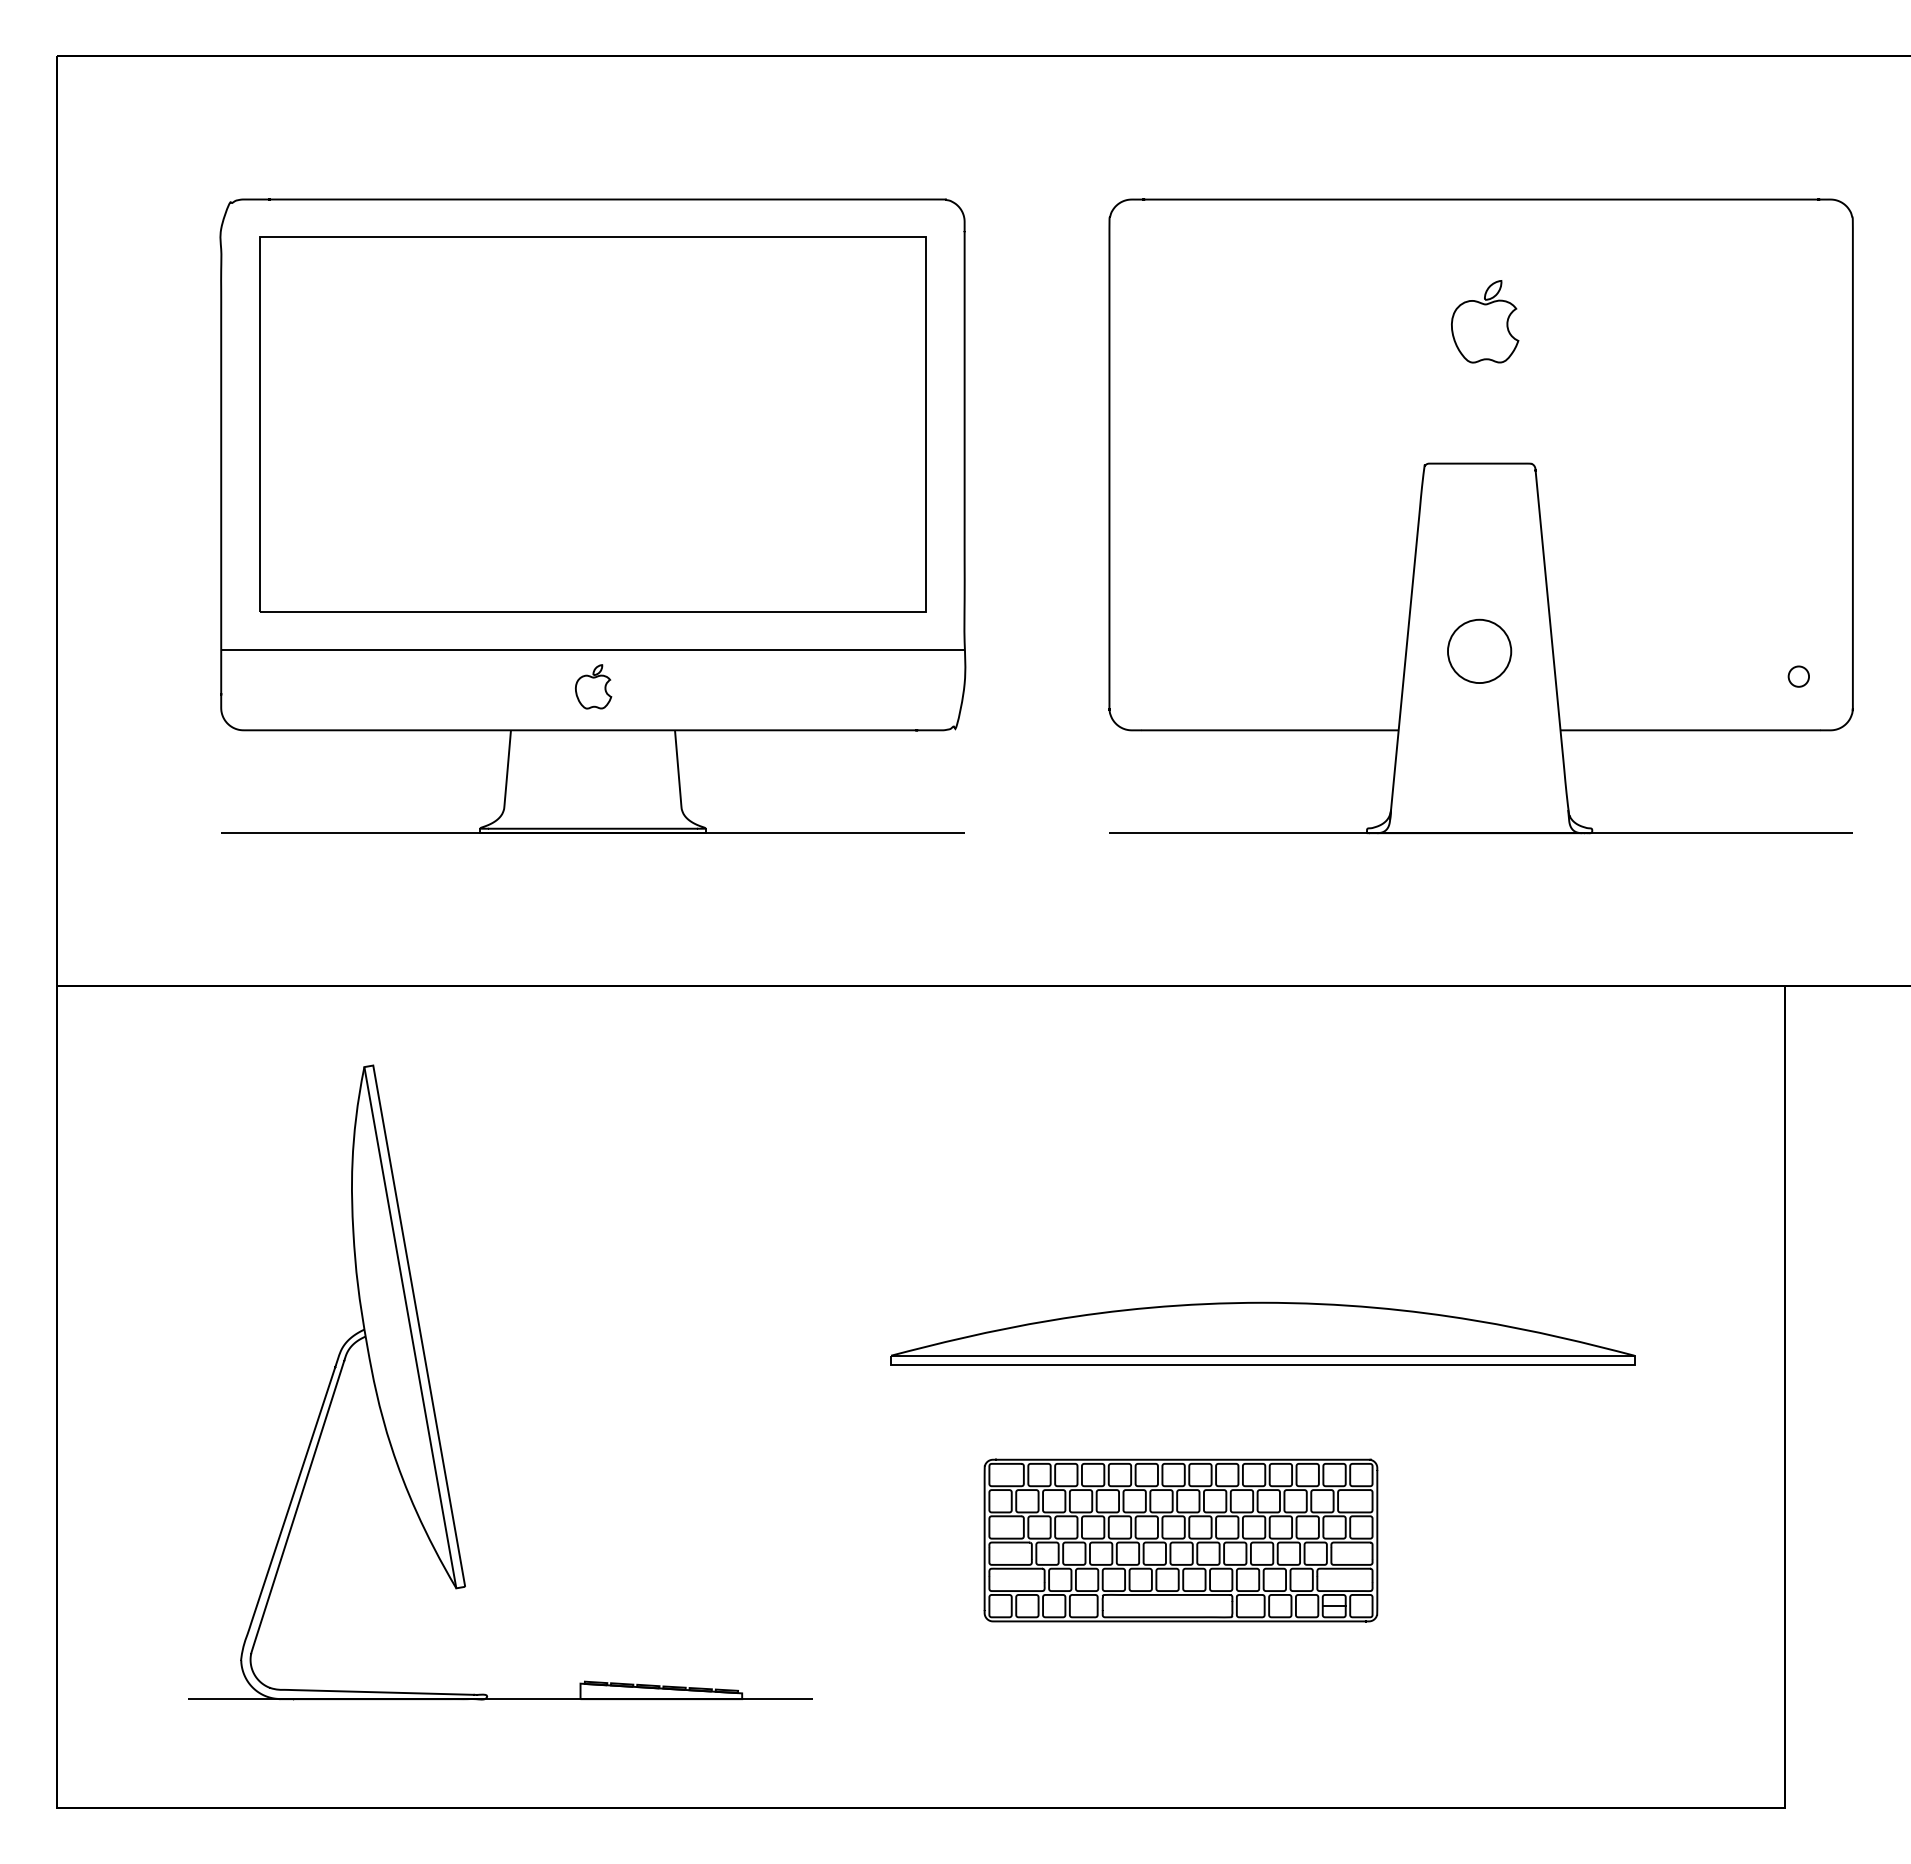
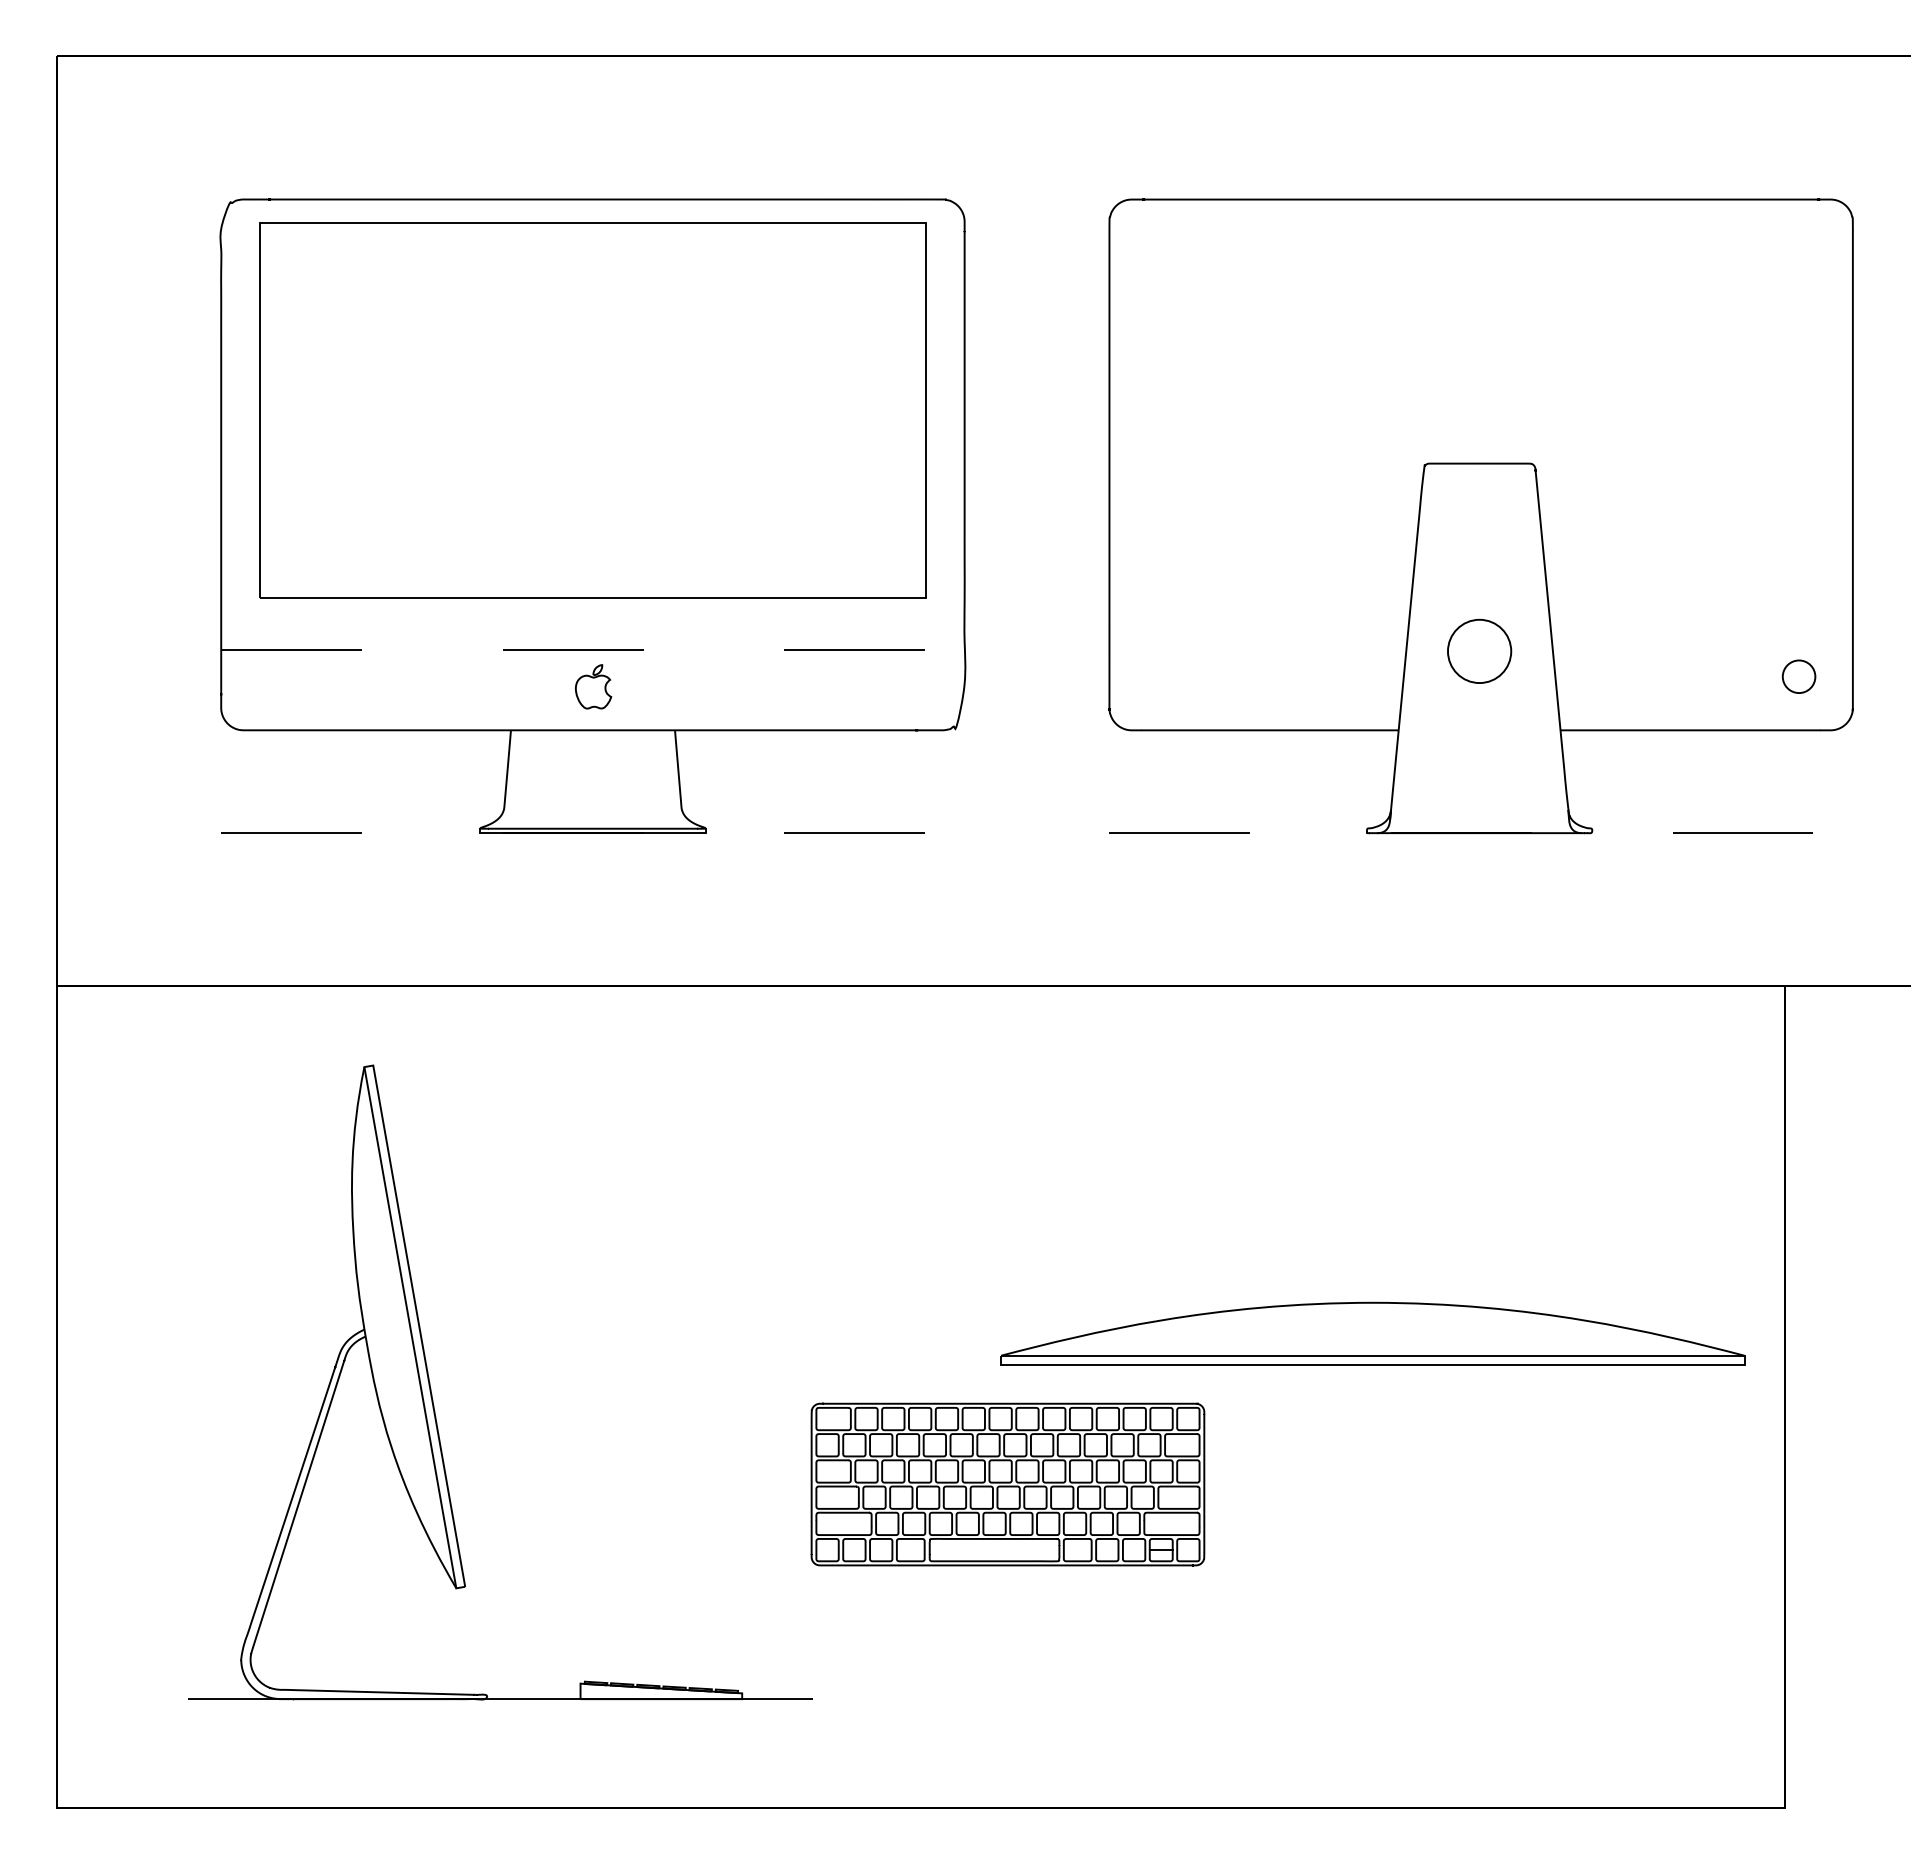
part at (1485, 321): present -> none
part at (592, 424) position: (592, 424) -> (592, 410)
line at (592, 649): solid -> dashed
circle at (1798, 676) size: 23x23 px -> 36x35 px
line at (592, 833): solid -> dashed
line at (1481, 833): solid -> dashed
part at (1262, 1333) position: (1262, 1333) -> (1372, 1333)
part at (1180, 1540) position: (1180, 1540) -> (1007, 1484)
